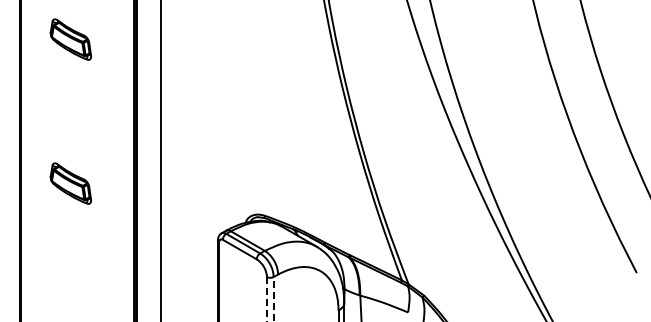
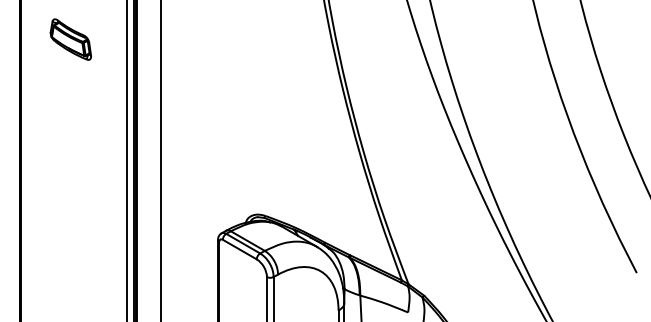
line at (127, 160): none -> present
part at (70, 183): present -> none
line at (273, 298): dashed -> solid
line at (266, 299): dashed -> solid
